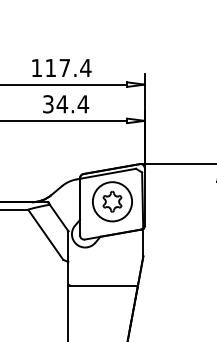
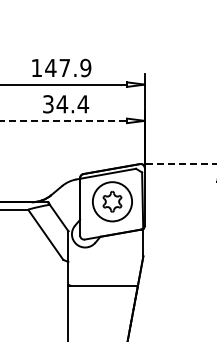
text at (68, 67): 117.4 -> 147.9
line at (64, 120): solid -> dashed
line at (178, 164): solid -> dashed
